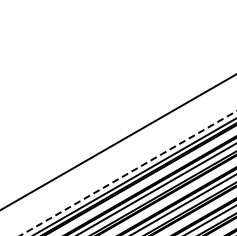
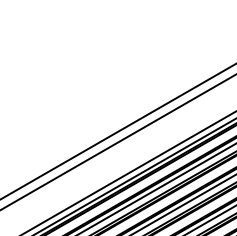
line at (117, 131): none -> present
line at (128, 173): dashed -> solid
